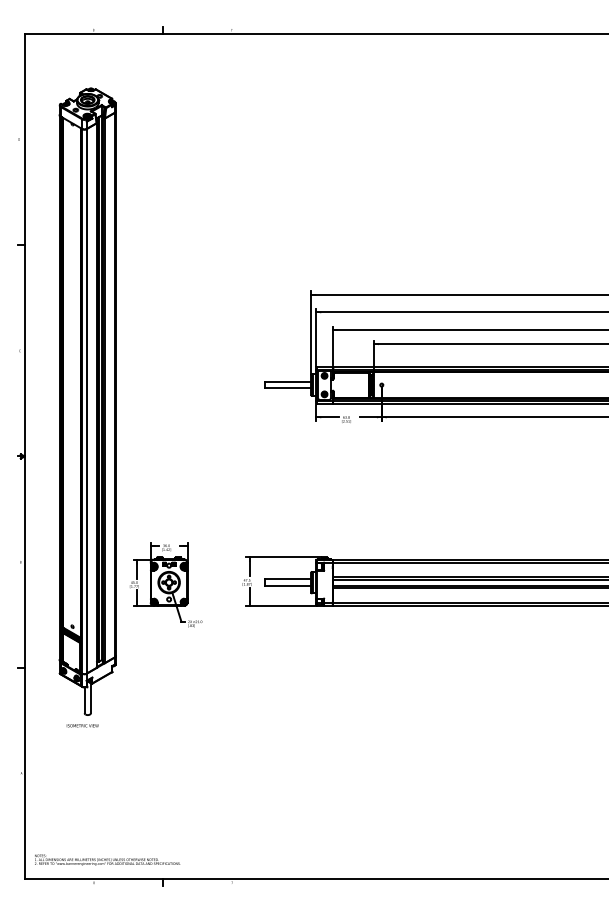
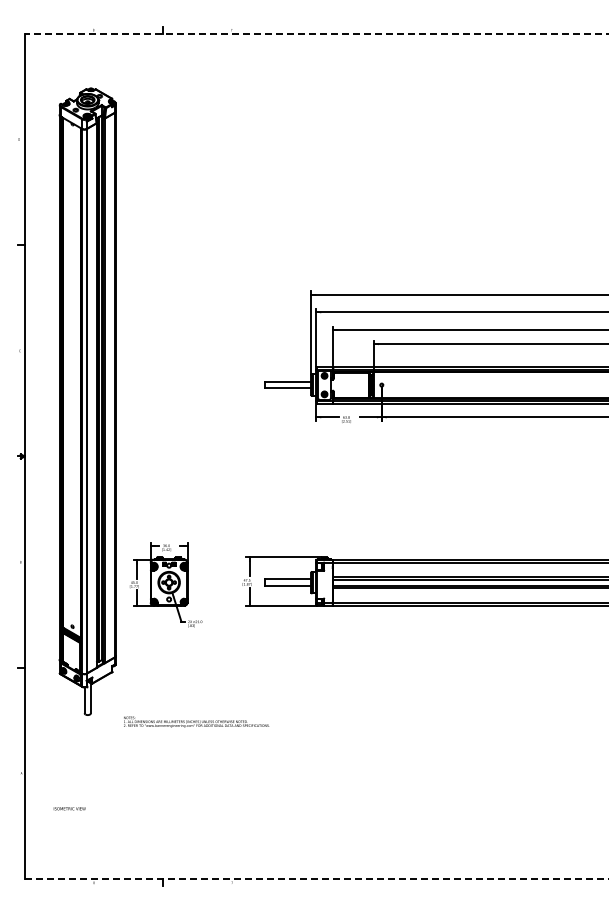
line at (316, 34): solid -> dashed
text at (82, 725) position: (82, 725) -> (69, 808)
text at (107, 859) position: (107, 859) -> (196, 721)
line at (316, 878): solid -> dashed
